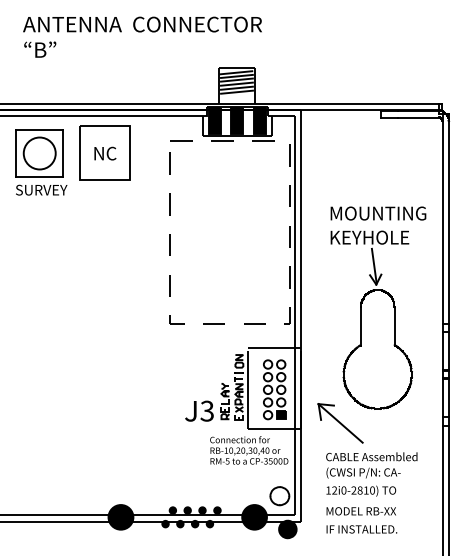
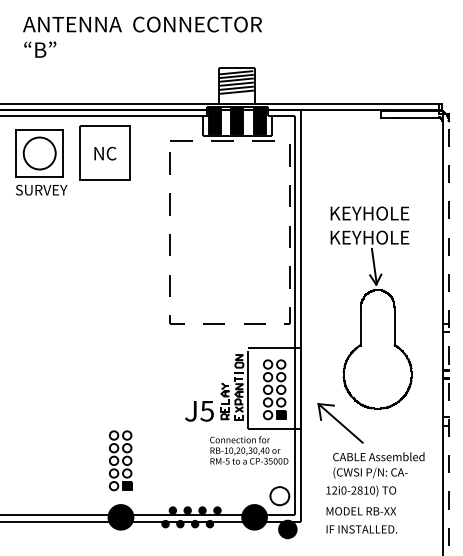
text at (379, 213): MOUNTING -> KEYHOLE
line at (449, 338): solid -> dashed
text at (206, 410): J3 -> J5
part at (120, 460): none -> present
text at (371, 465) position: (371, 465) -> (378, 465)
